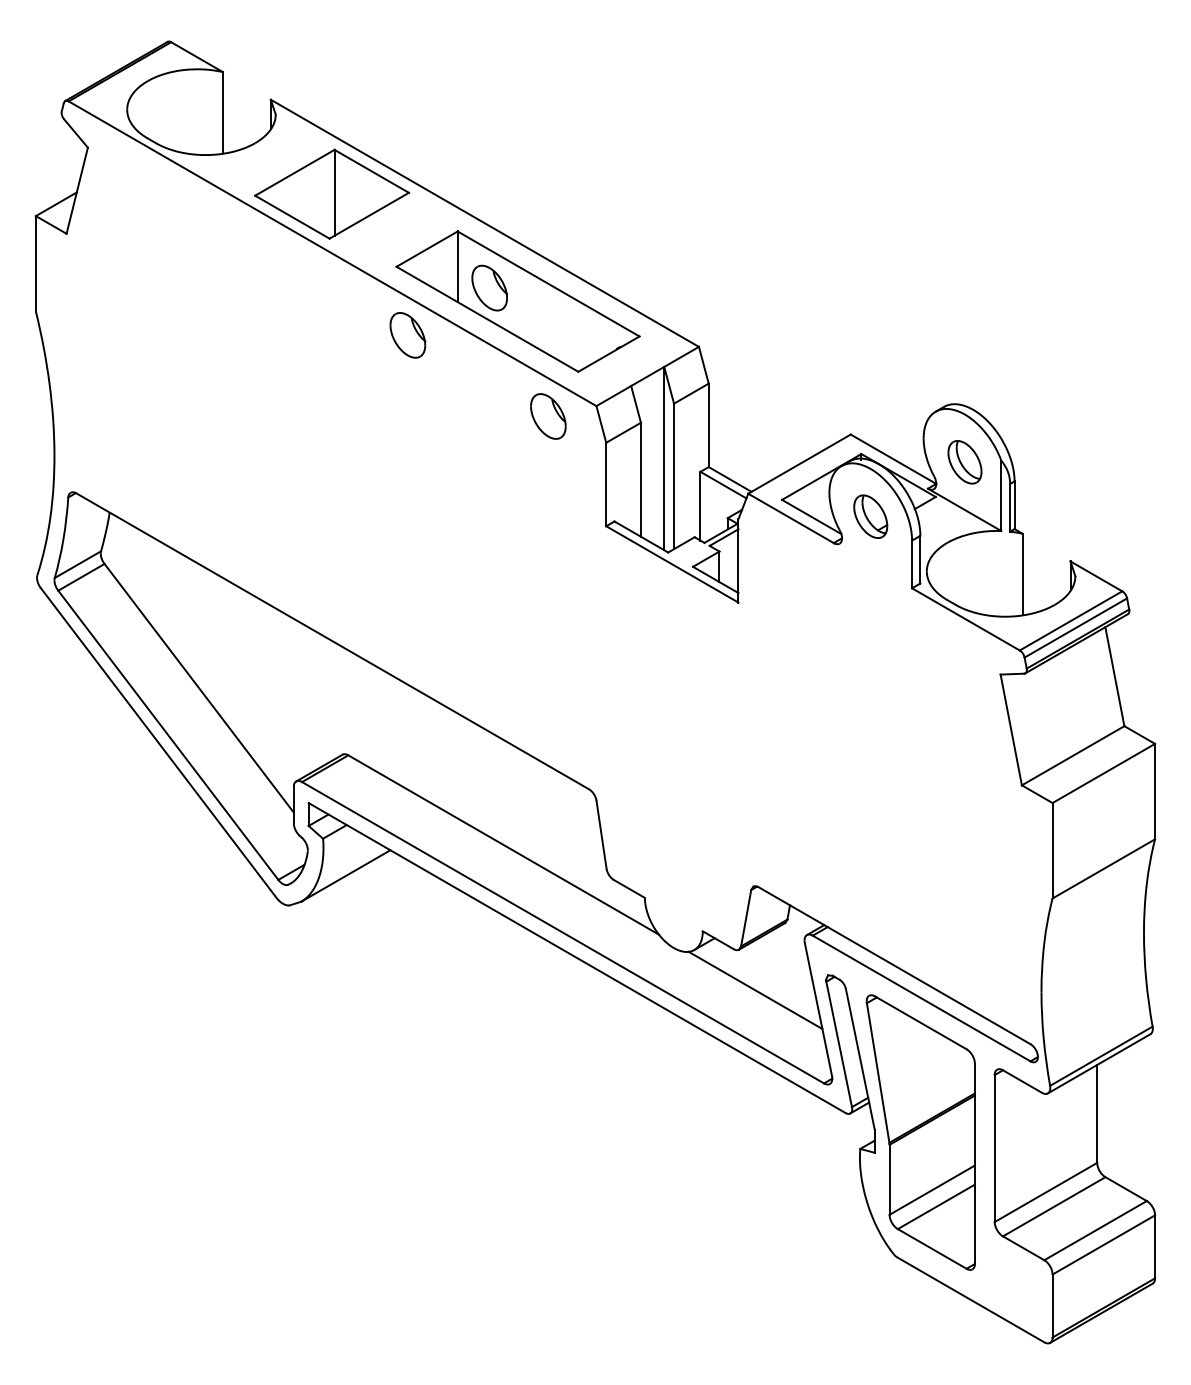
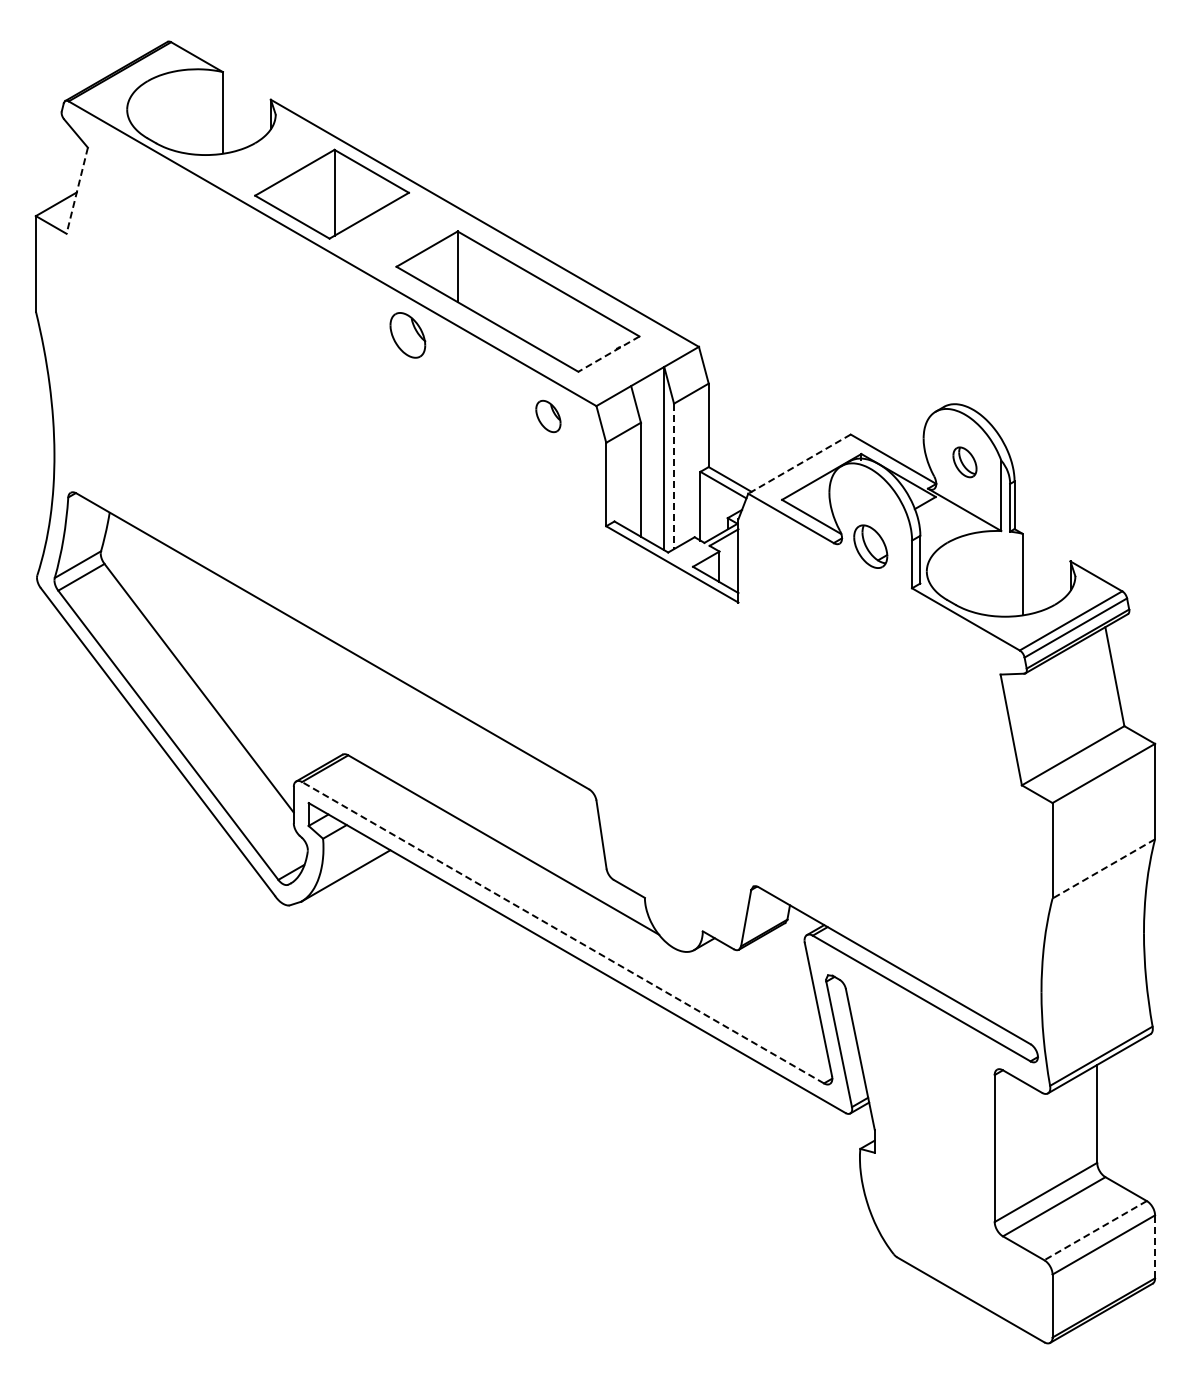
line at (77, 191): solid -> dashed
part at (489, 287): present -> none
line at (608, 354): solid -> dashed
part at (548, 416) size: 37x47 px -> 27x35 px
part at (964, 462) size: 36x45 px -> 26x33 px
line at (799, 464): solid -> dashed
line at (674, 476): solid -> dashed
part at (870, 516) position: (870, 516) -> (870, 546)
line at (1103, 869): solid -> dashed
line at (562, 932): solid -> dashed
line at (755, 990): present -> none
part at (920, 1132): present -> none
line at (1095, 1230): solid -> dashed
line at (1155, 1246): solid -> dashed
